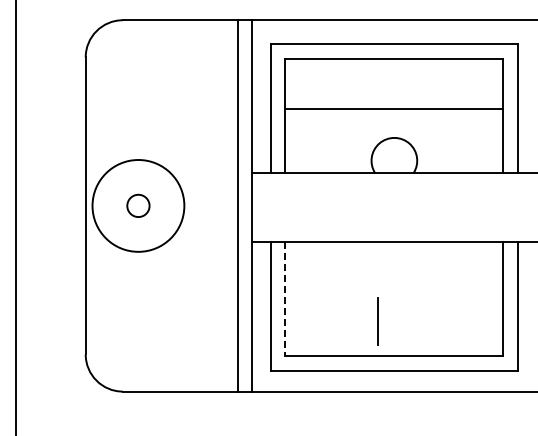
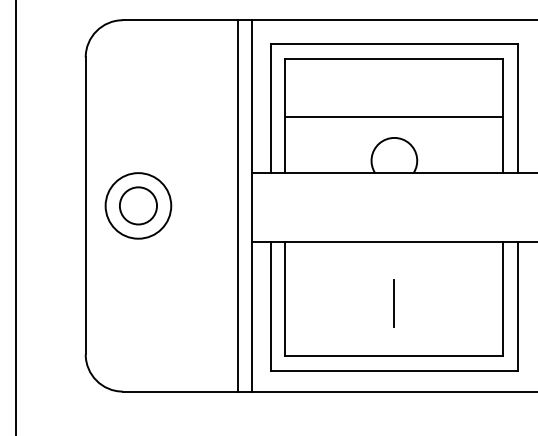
line at (393, 108) position: (393, 108) -> (393, 116)
circle at (138, 205) diameter: 22 px -> 37 px
circle at (138, 205) diameter: 92 px -> 66 px
line at (285, 299): dashed -> solid
line at (377, 321) position: (377, 321) -> (393, 303)
